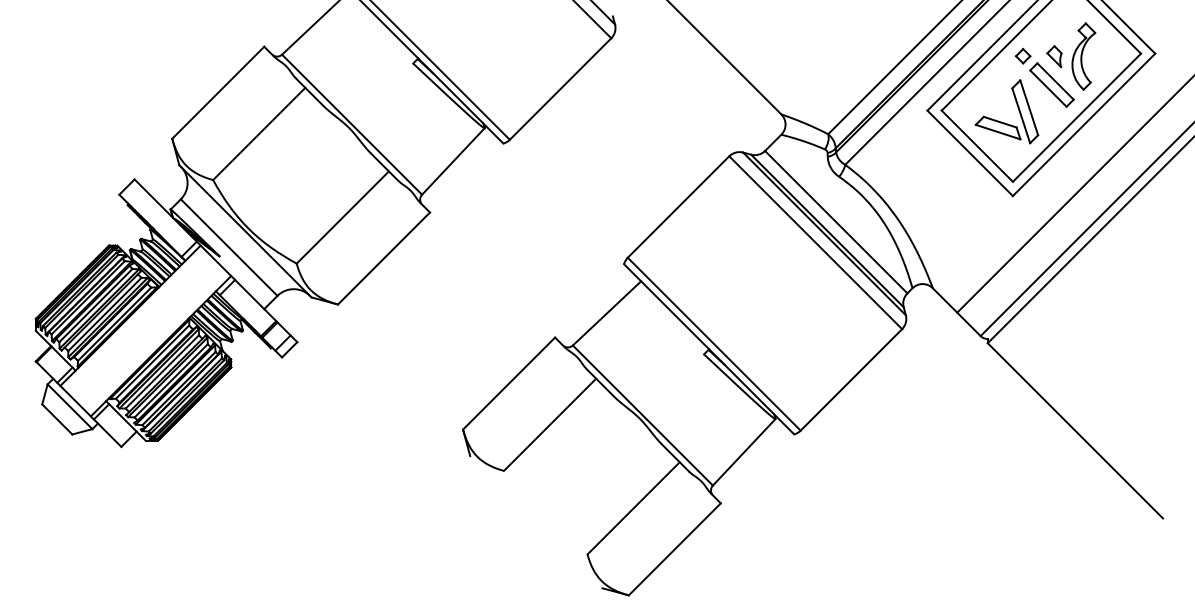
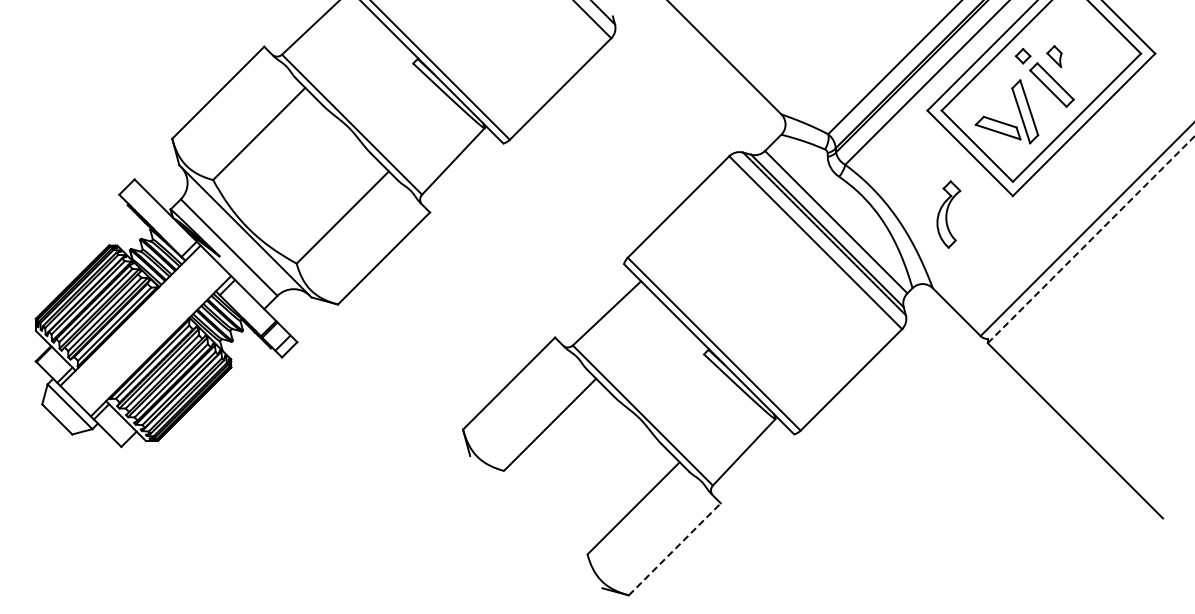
part at (1083, 56) position: (1083, 56) -> (948, 214)
line at (1074, 195): present -> none
line at (1091, 239): solid -> dashed
line at (675, 549): solid -> dashed
